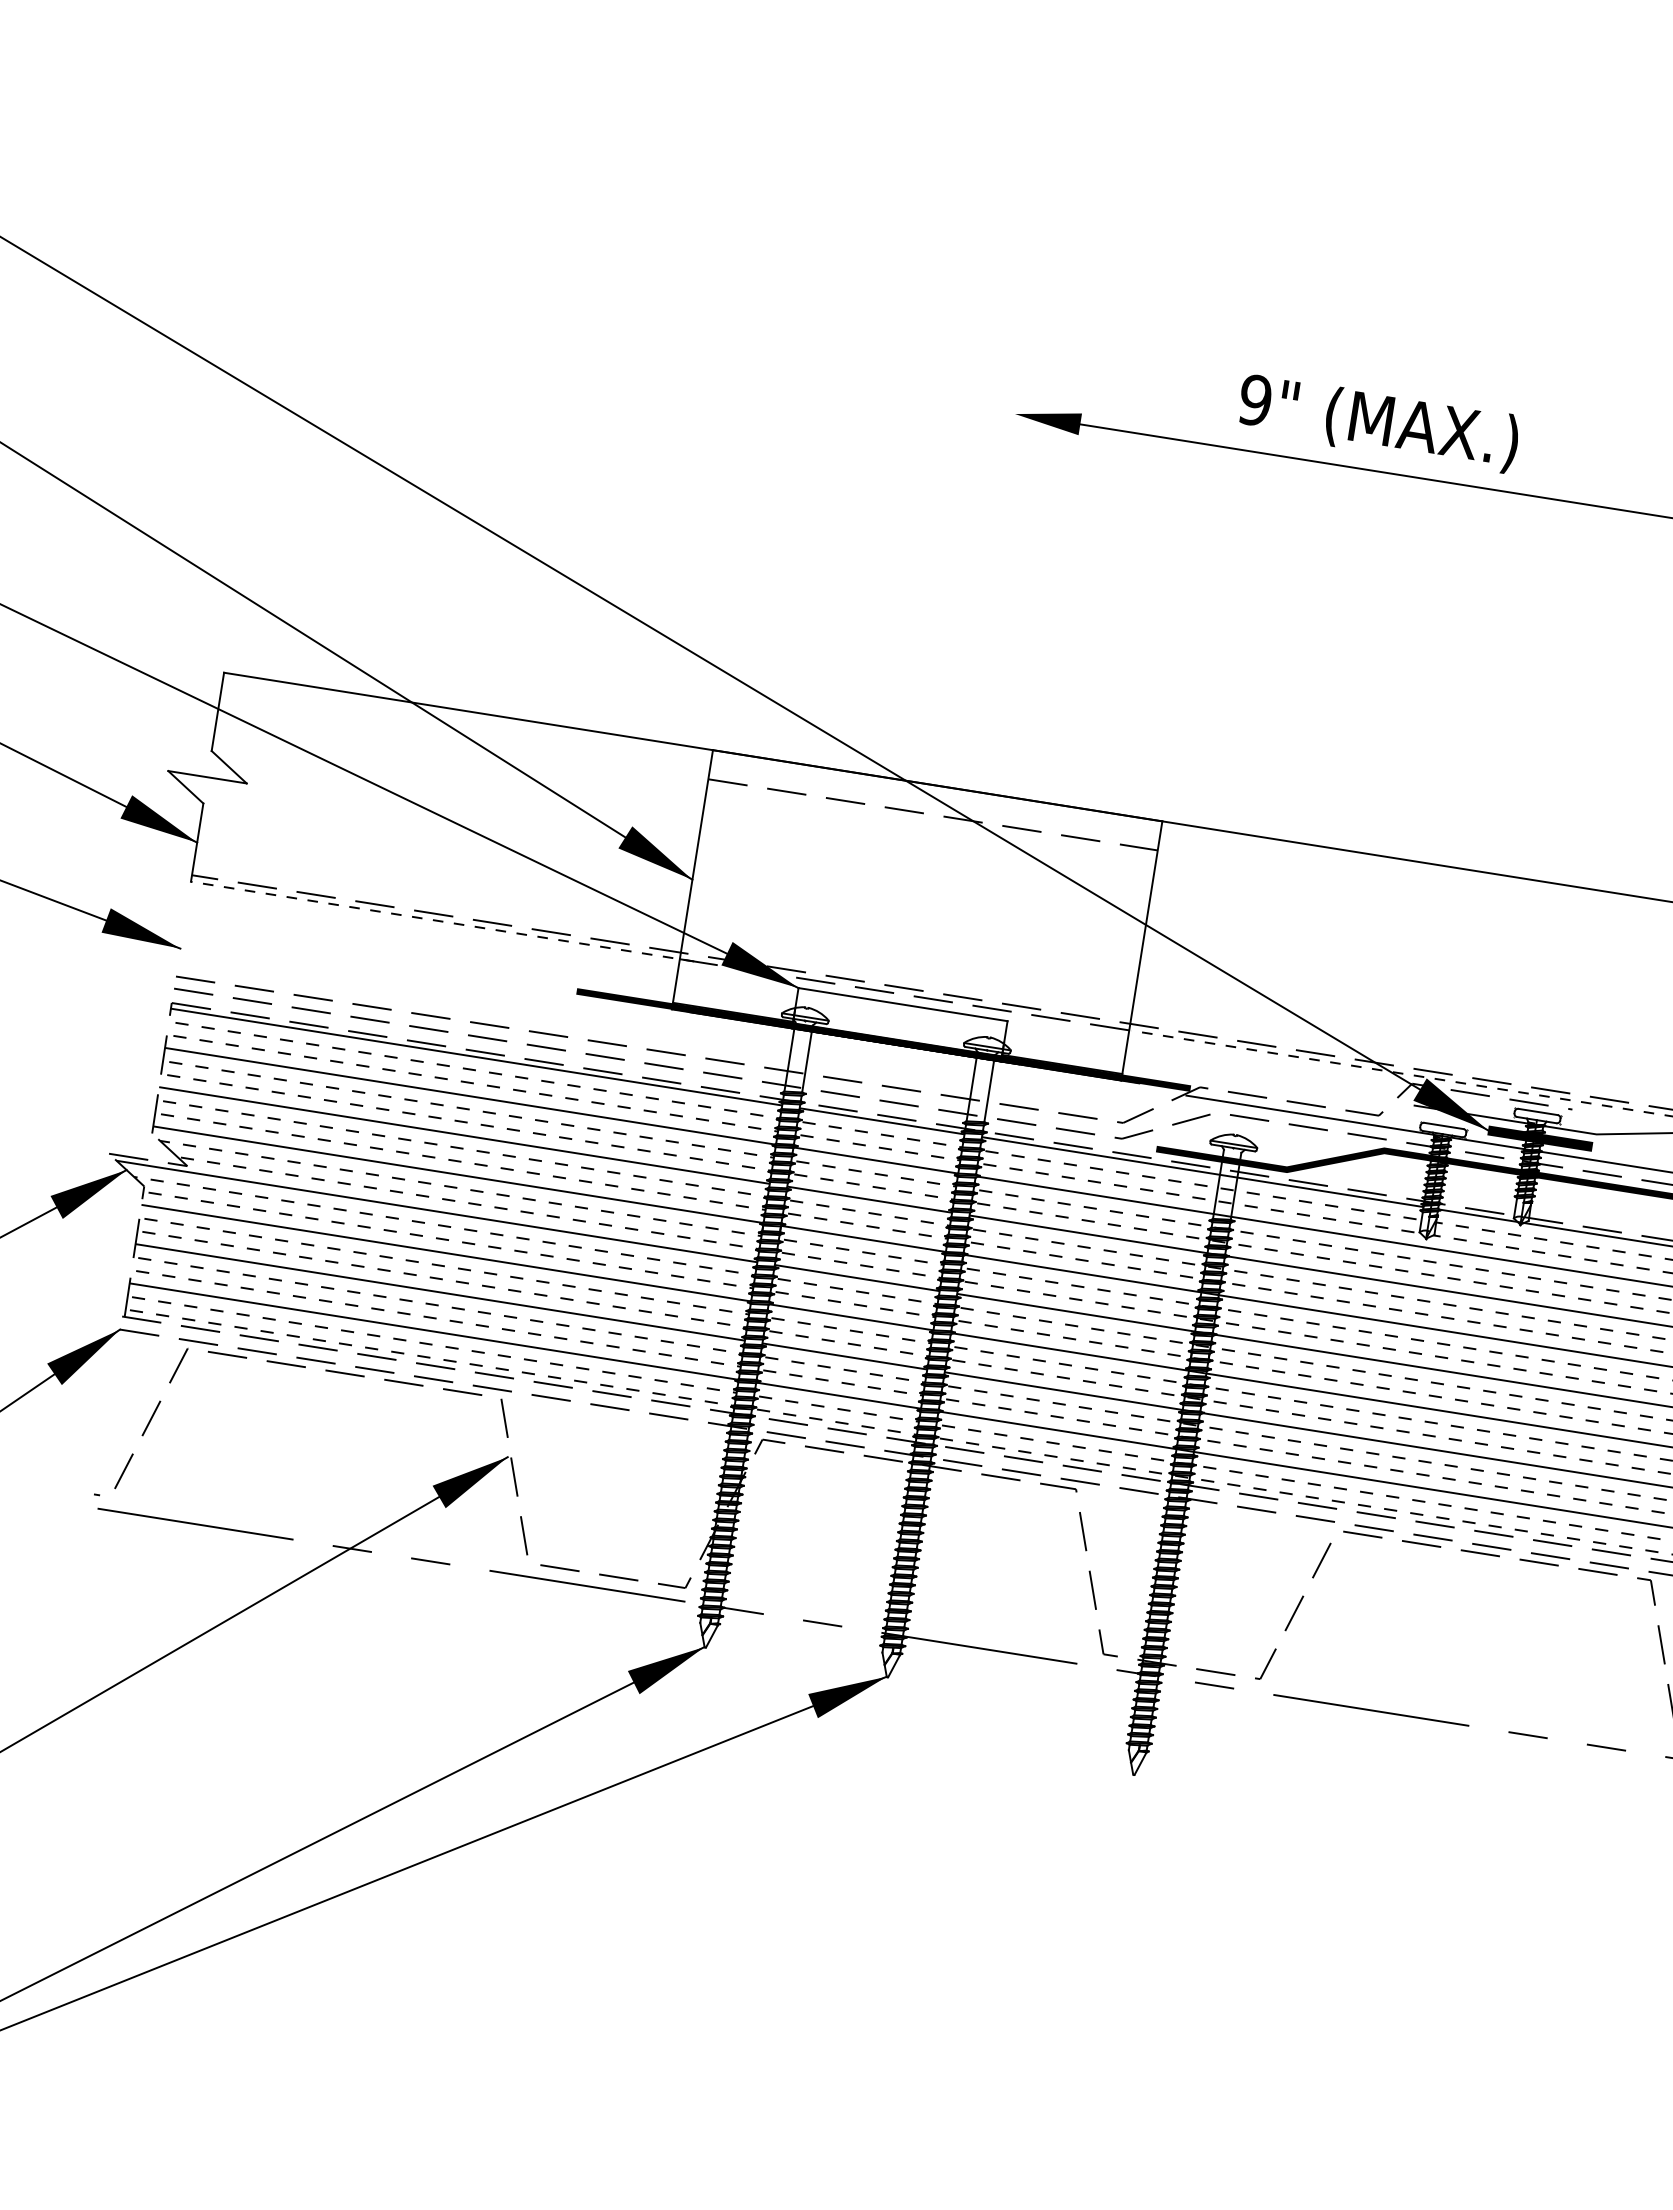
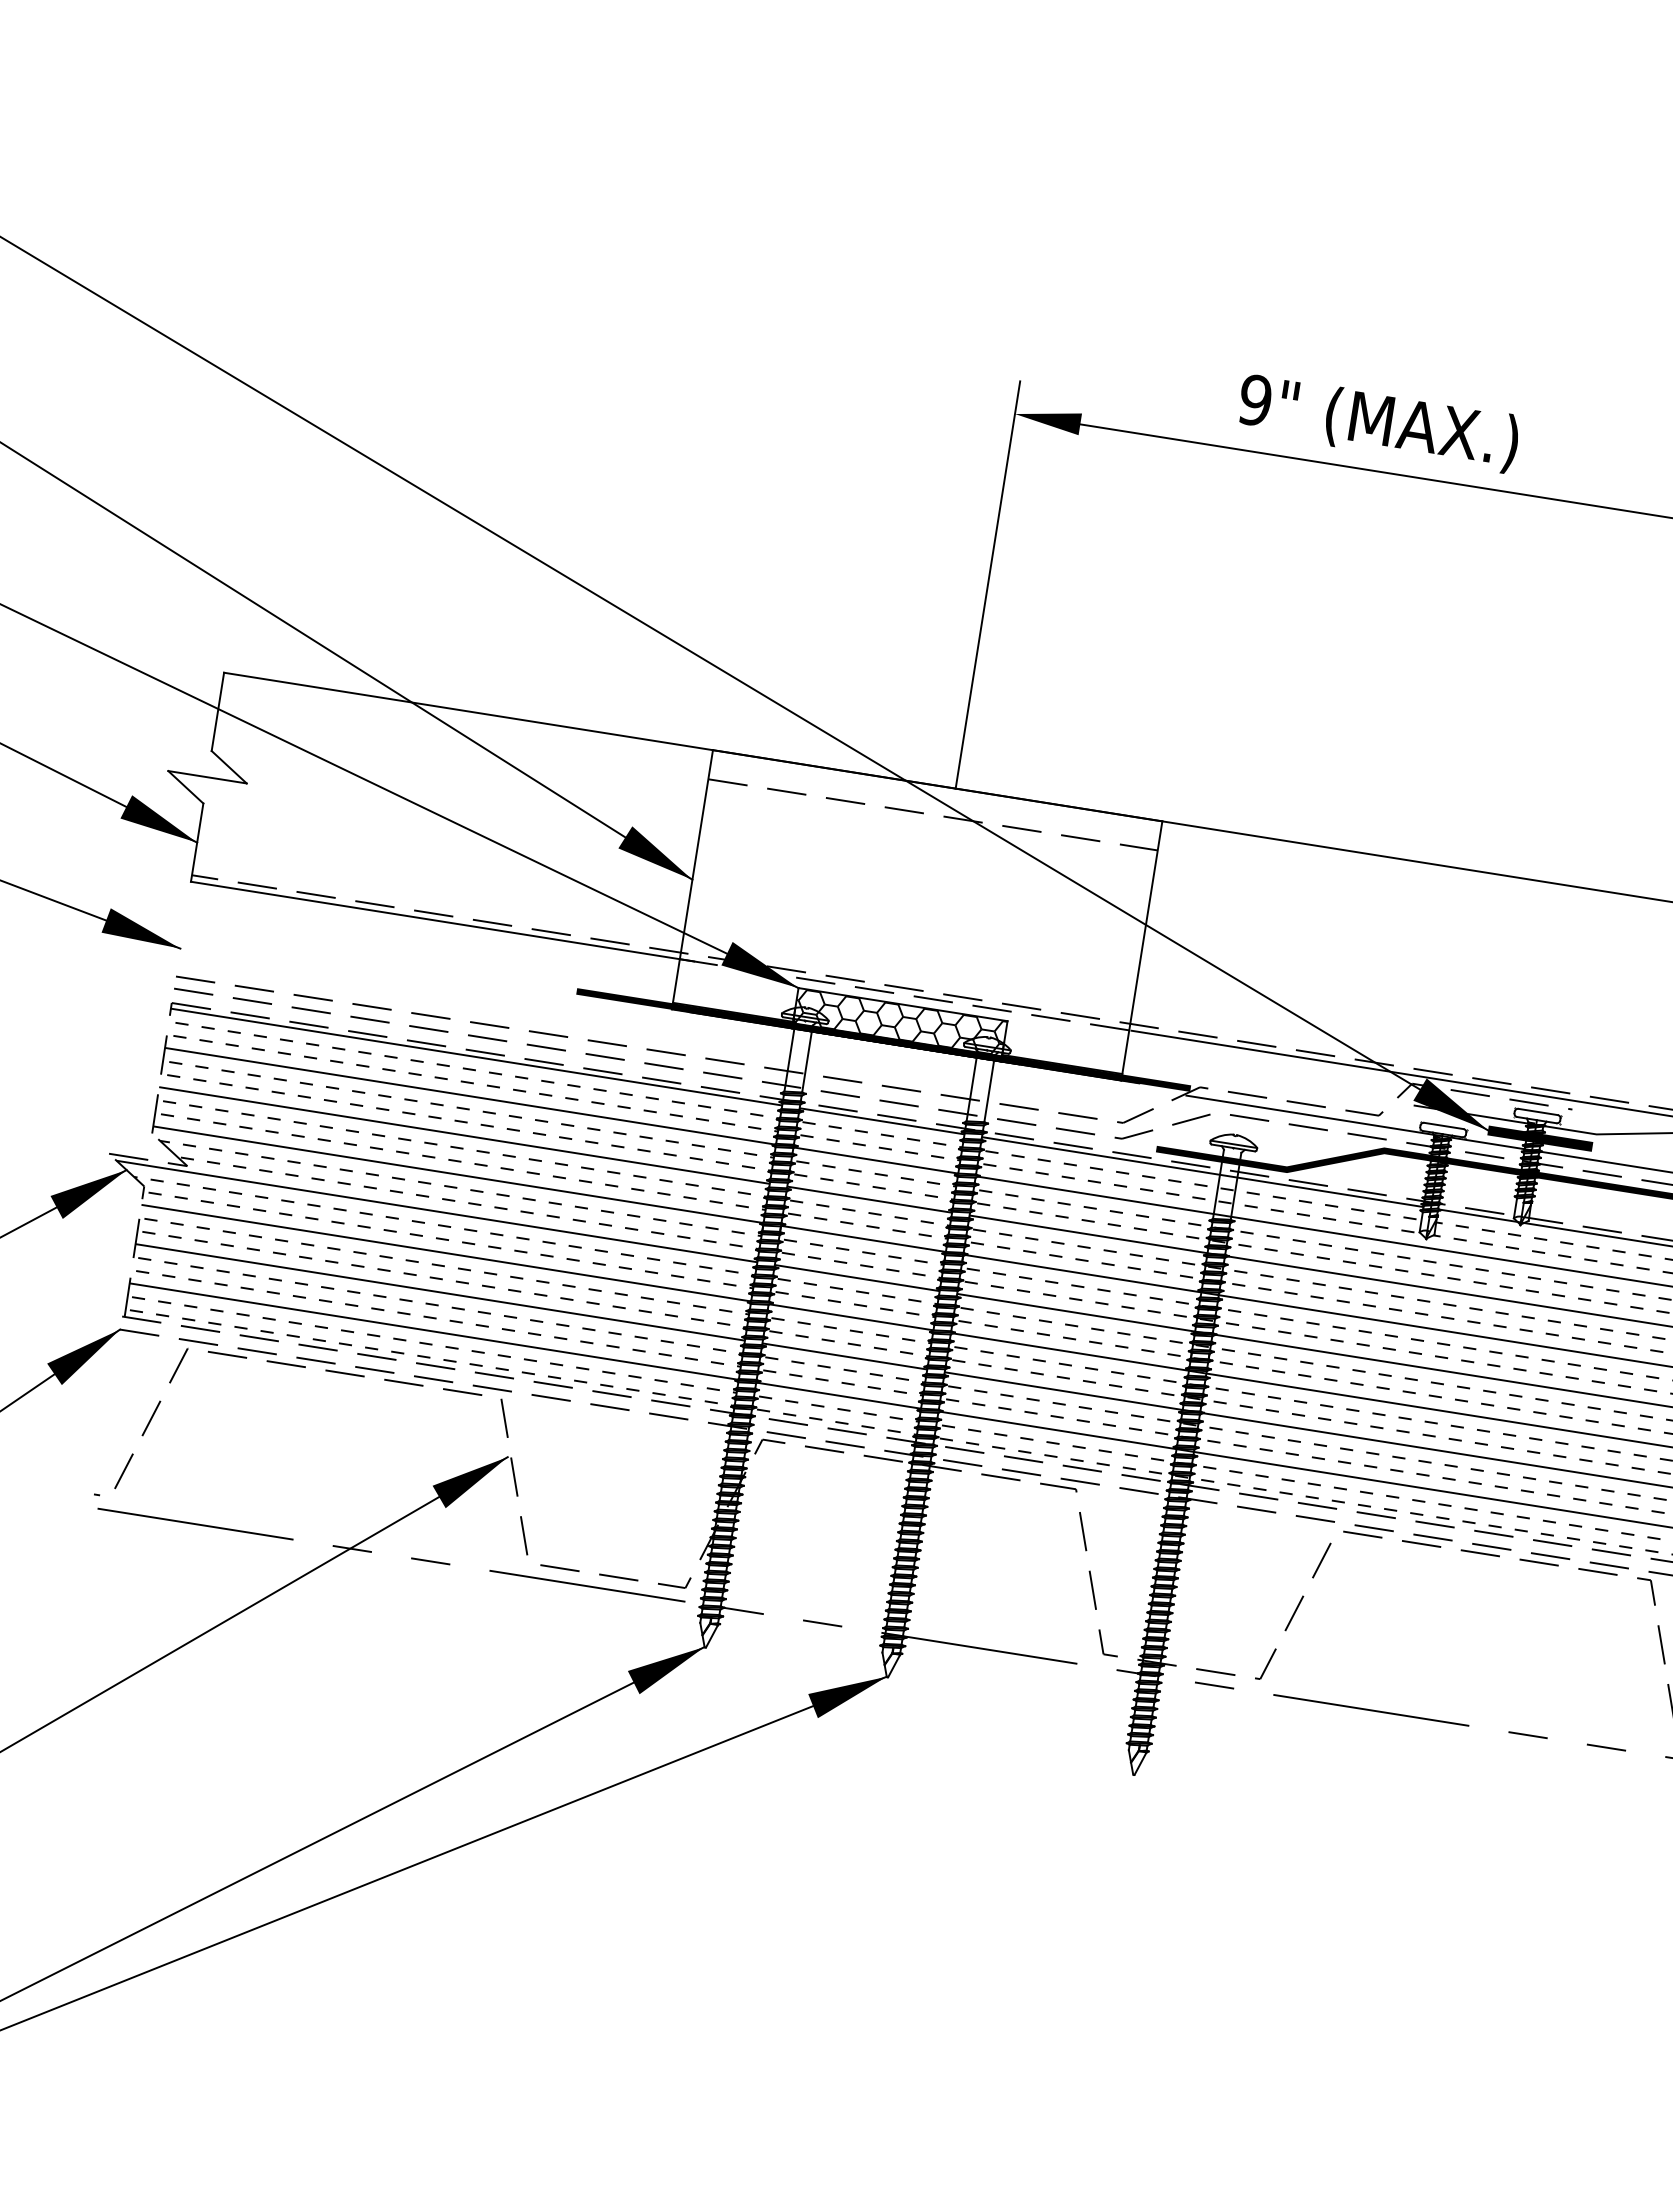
line at (987, 584): none -> present
line at (442, 921): dashed -> solid
hatch at (900, 1024): none -> present
line at (1402, 1073): dashed -> solid
